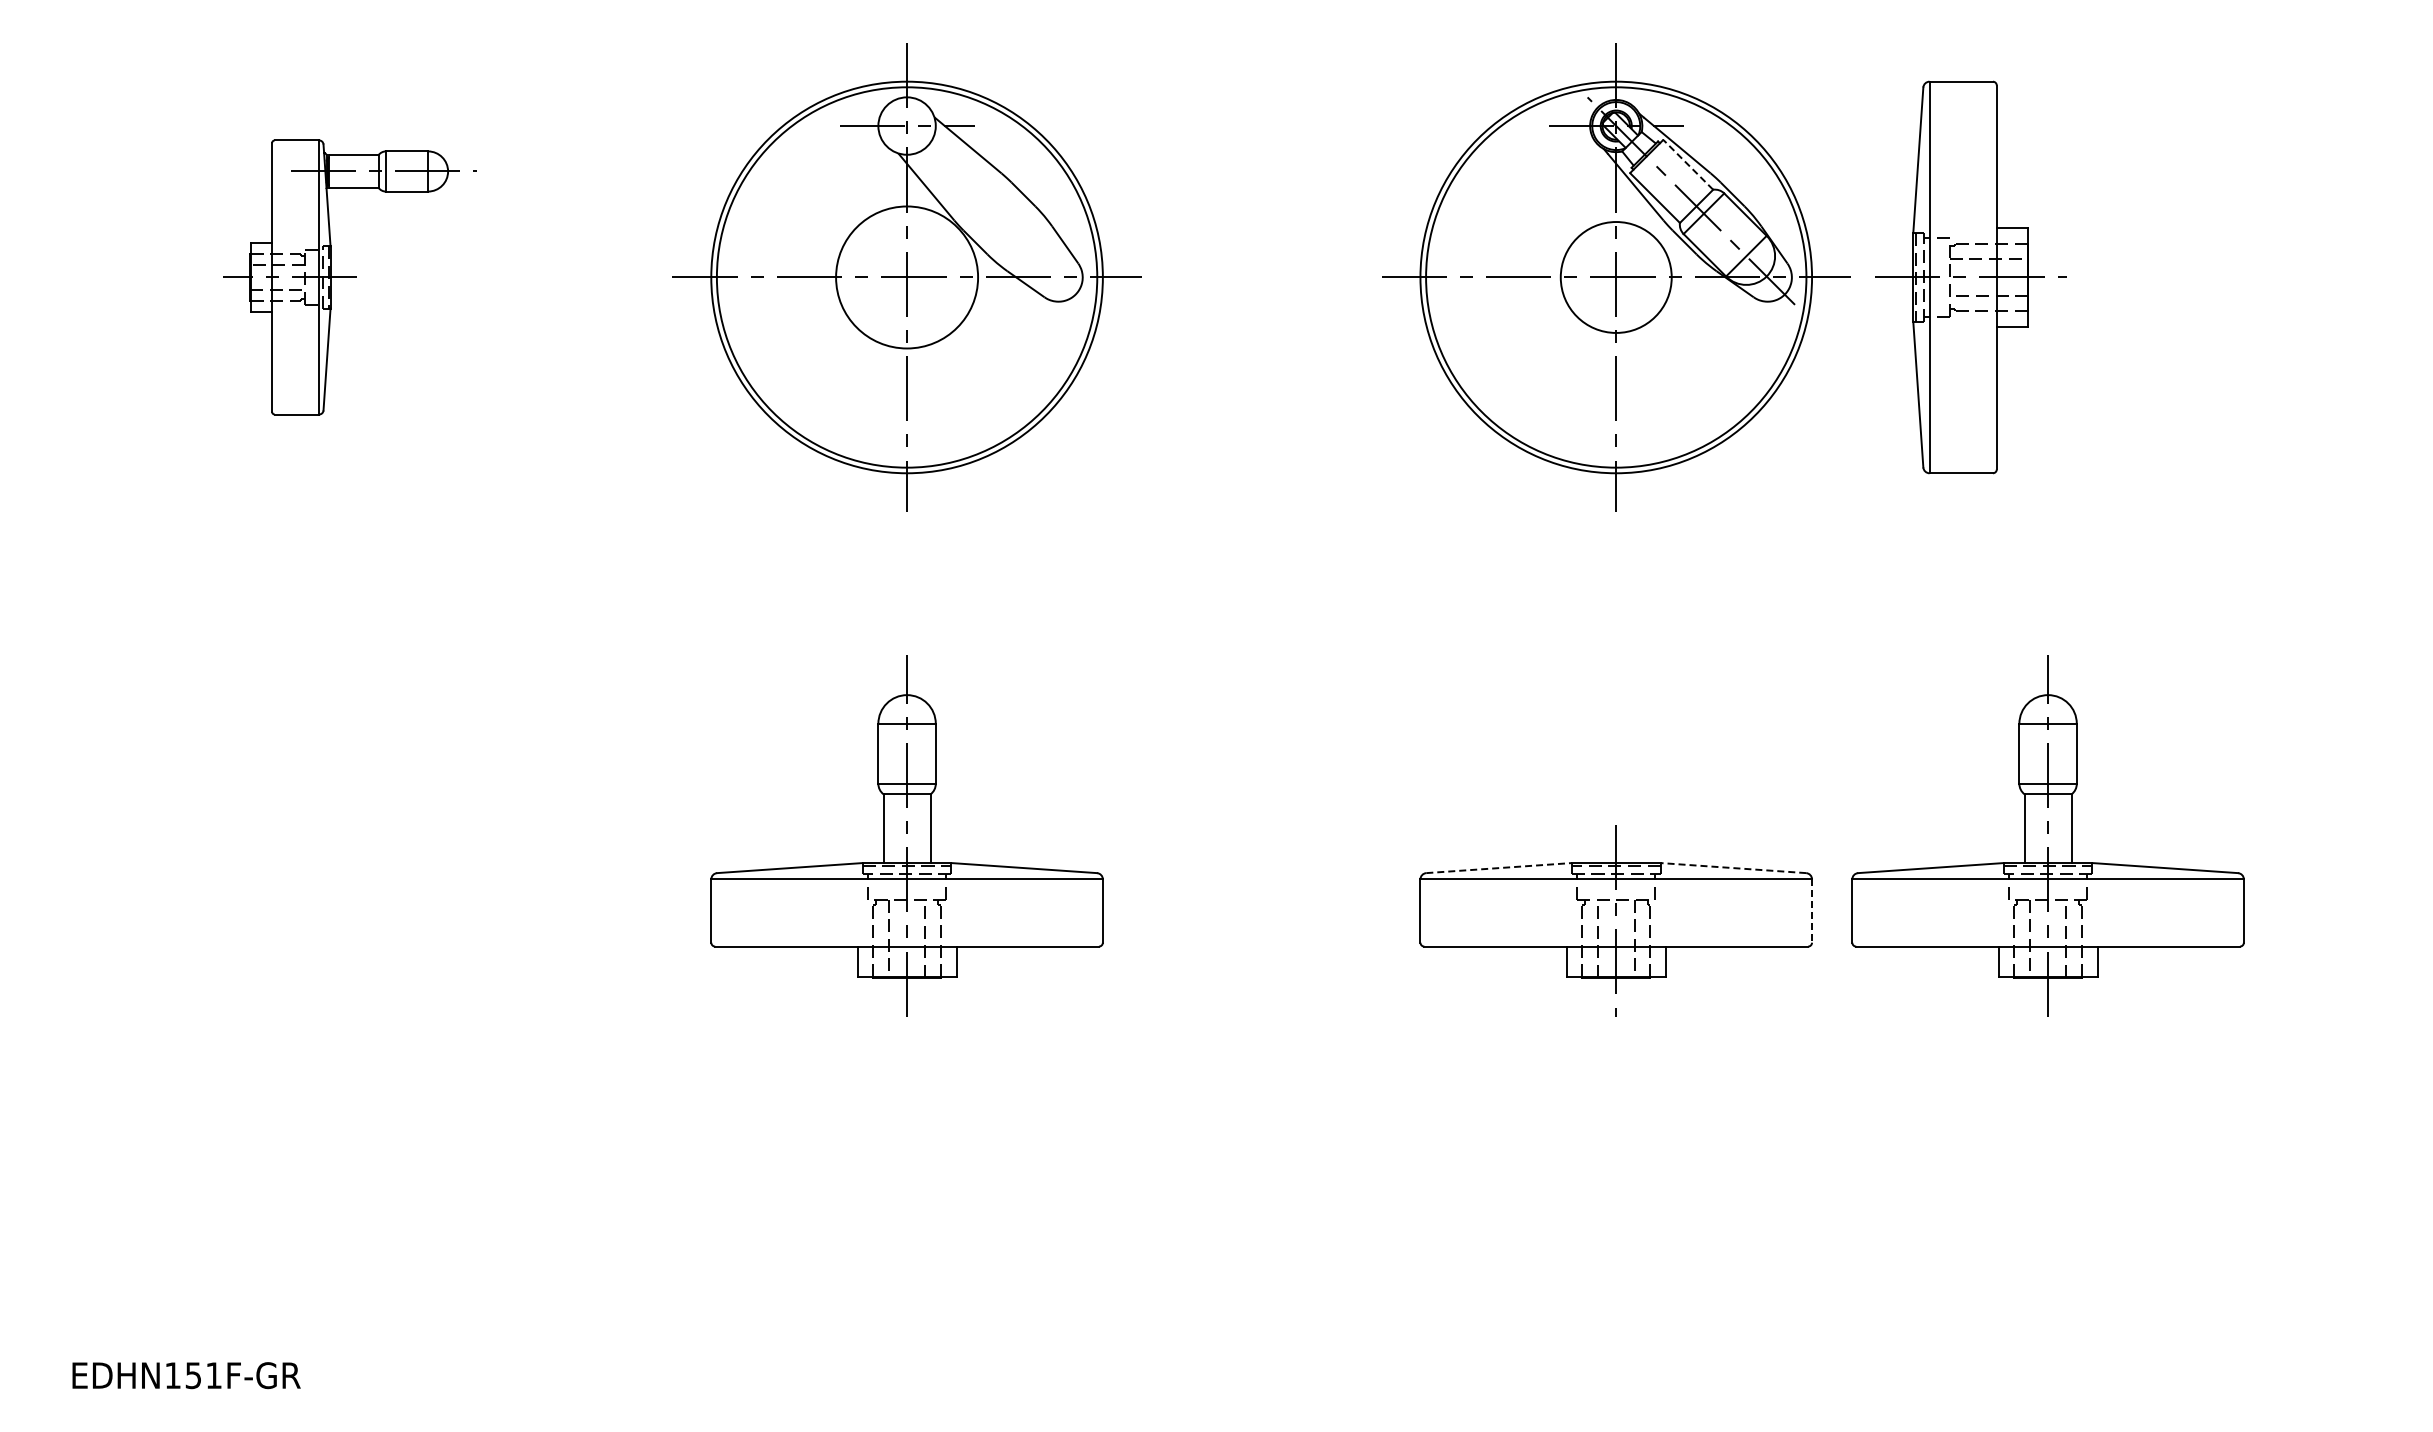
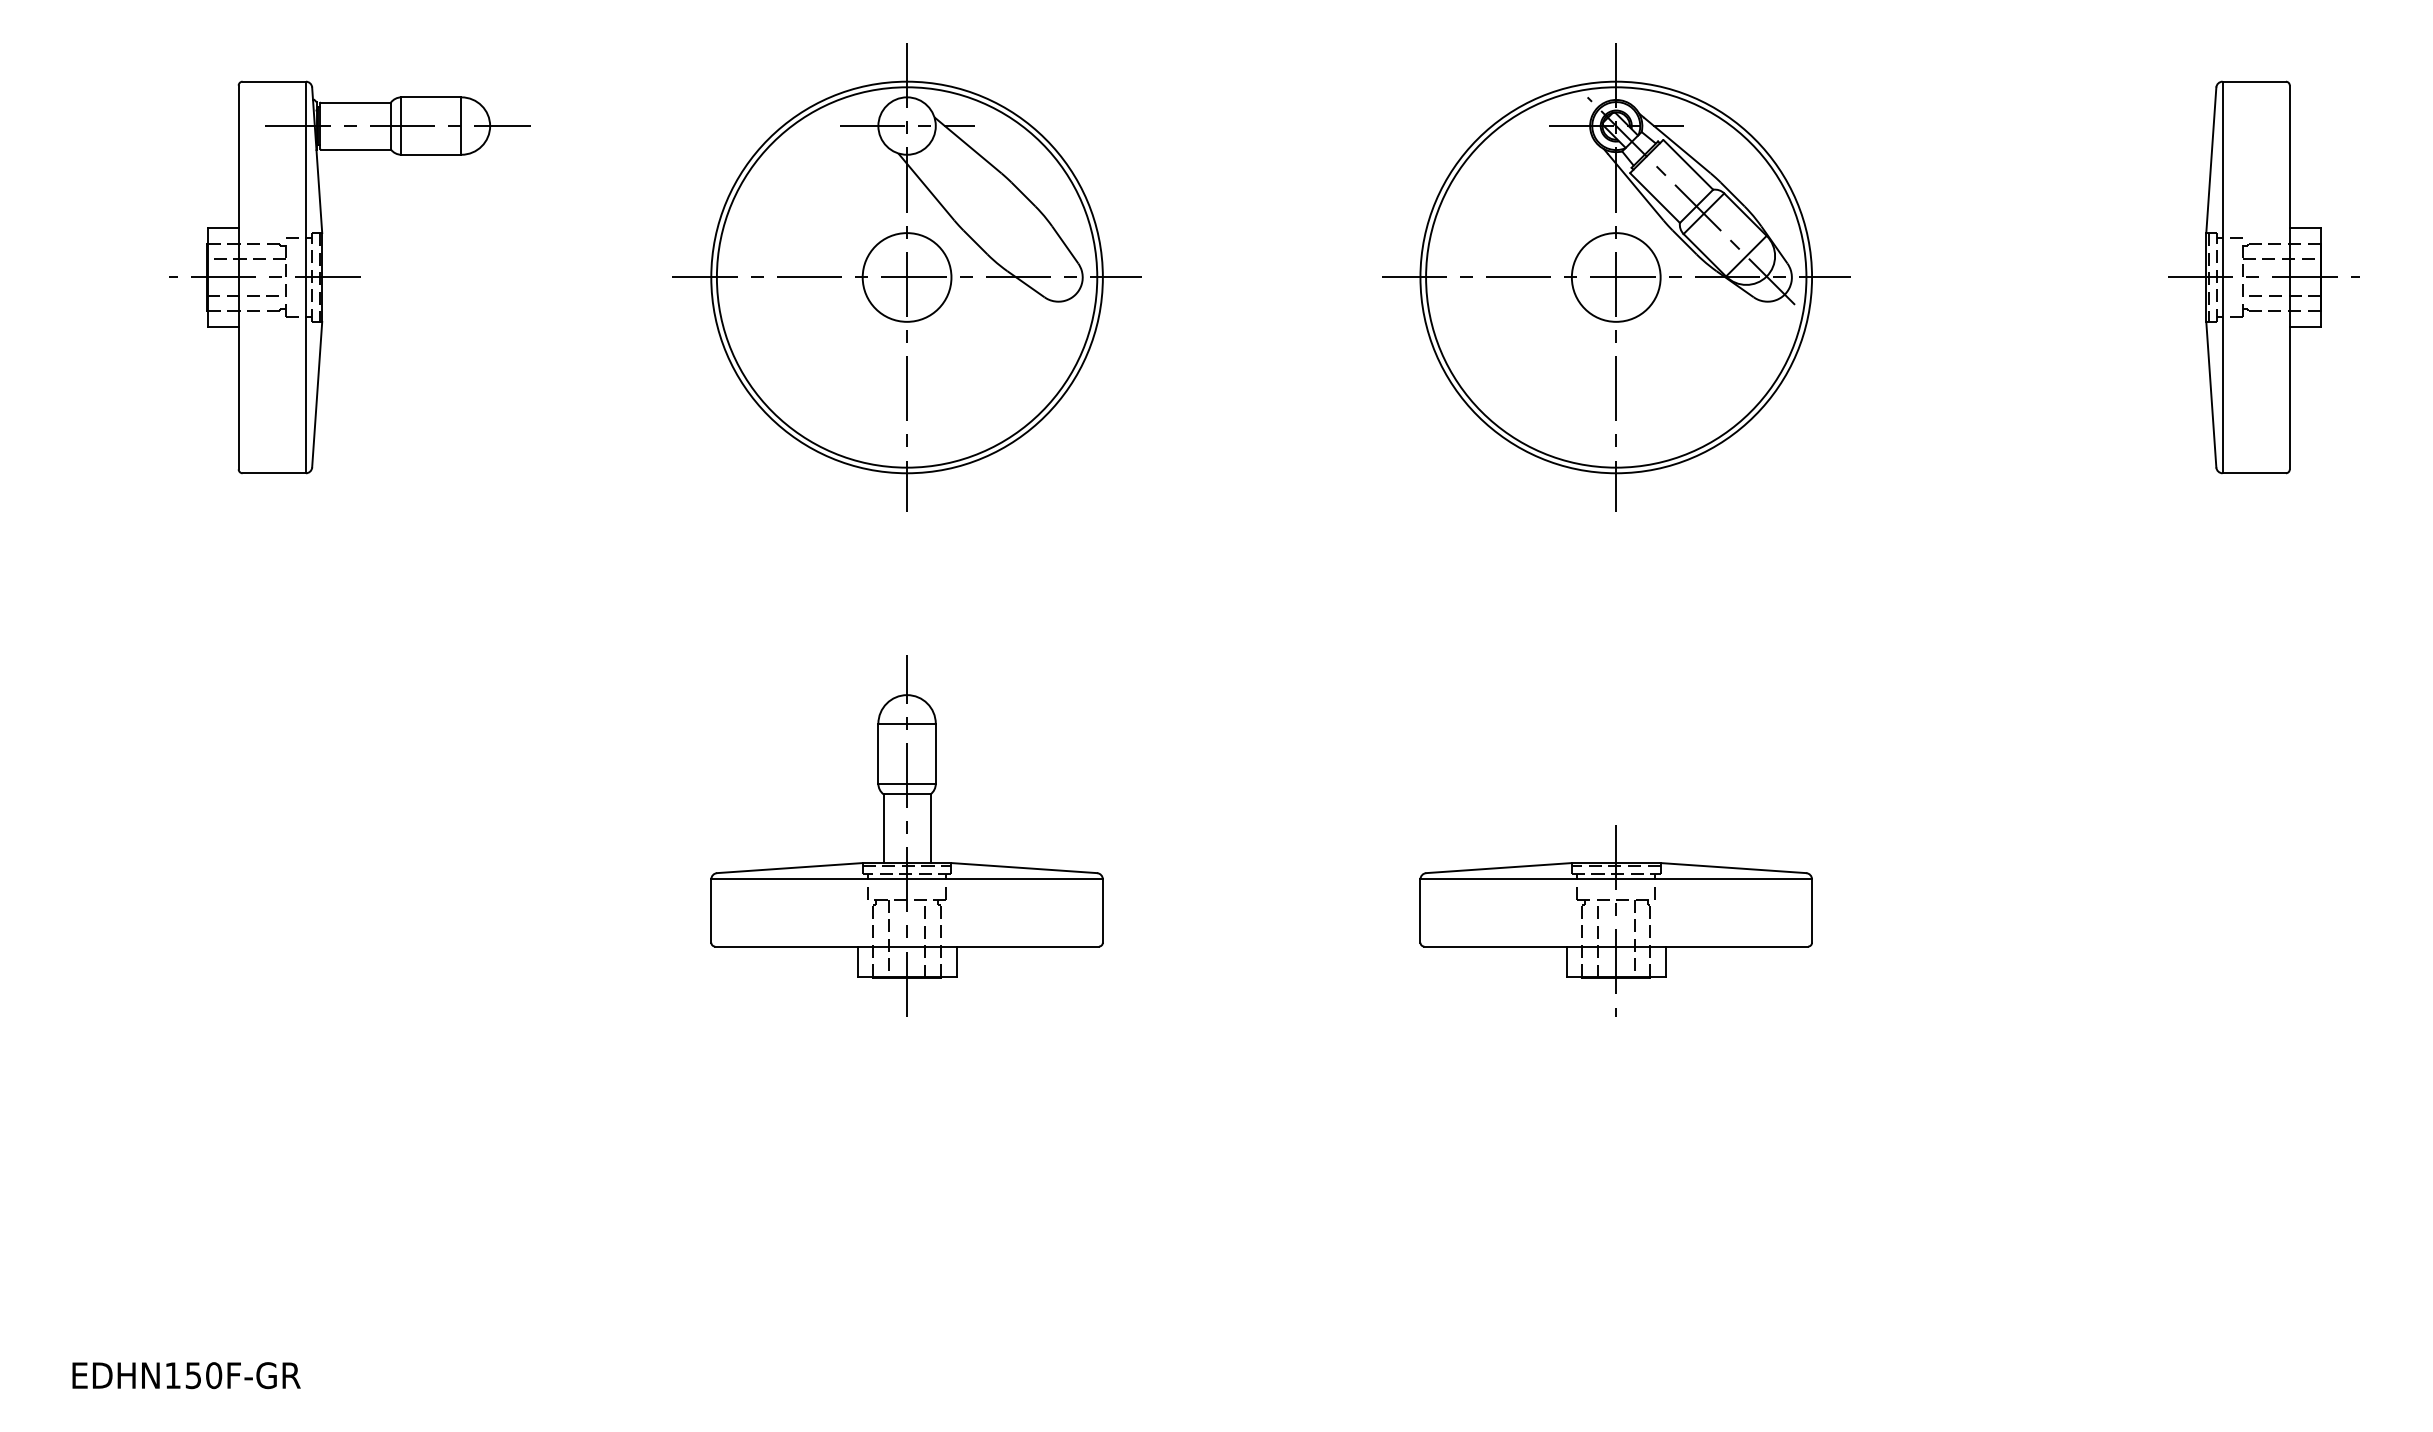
line at (1688, 165): dashed -> solid
part at (349, 277) size: 254x277 px -> 362x395 px
circle at (907, 277) diameter: 142 px -> 89 px
circle at (1615, 277) diameter: 111 px -> 89 px
part at (1970, 277) position: (1970, 277) -> (2263, 277)
part at (2047, 835): present -> none
line at (1499, 868): dashed -> solid
line at (1733, 868): dashed -> solid
line at (1812, 911): dashed -> solid
text at (214, 1375): EDHN151F-GR -> EDHN150F-GR
